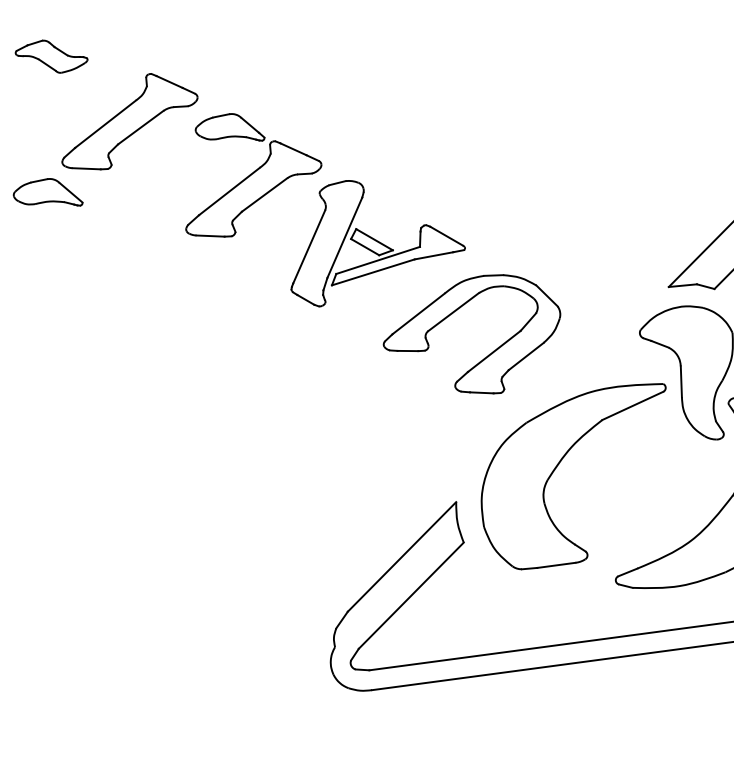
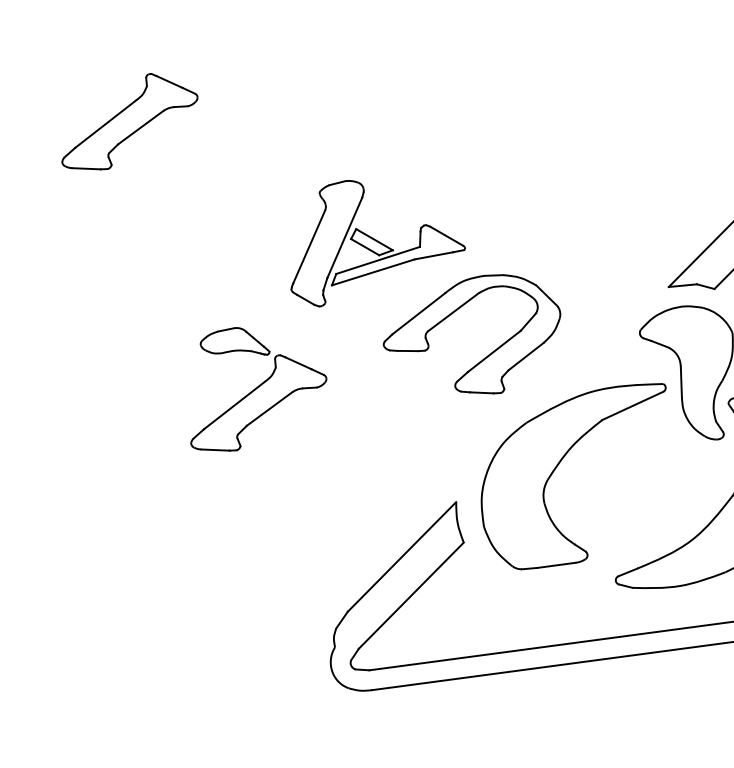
part at (51, 56): present -> none
part at (253, 175) position: (253, 175) -> (258, 389)
part at (47, 192): present -> none
